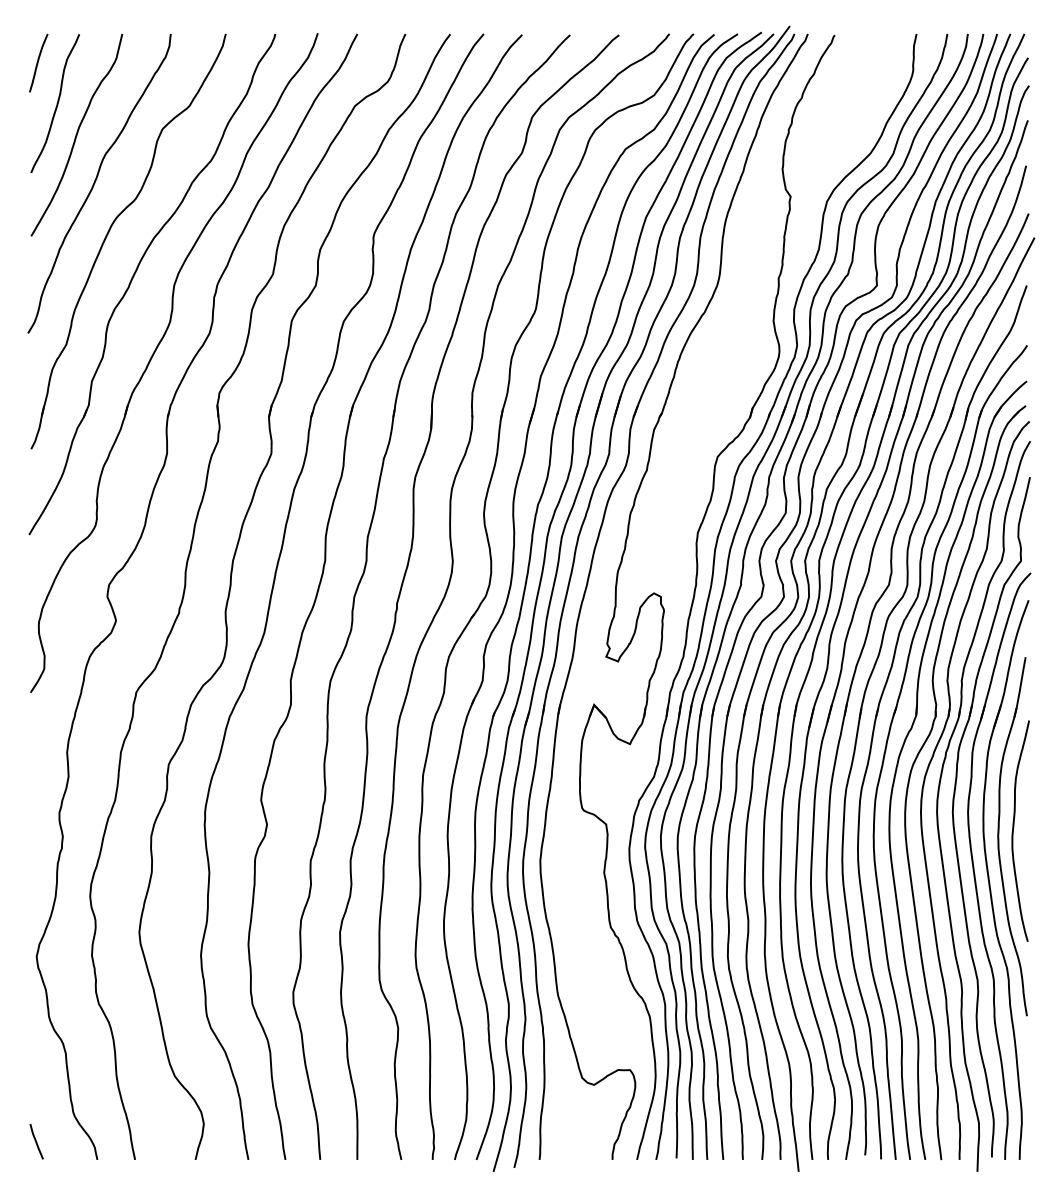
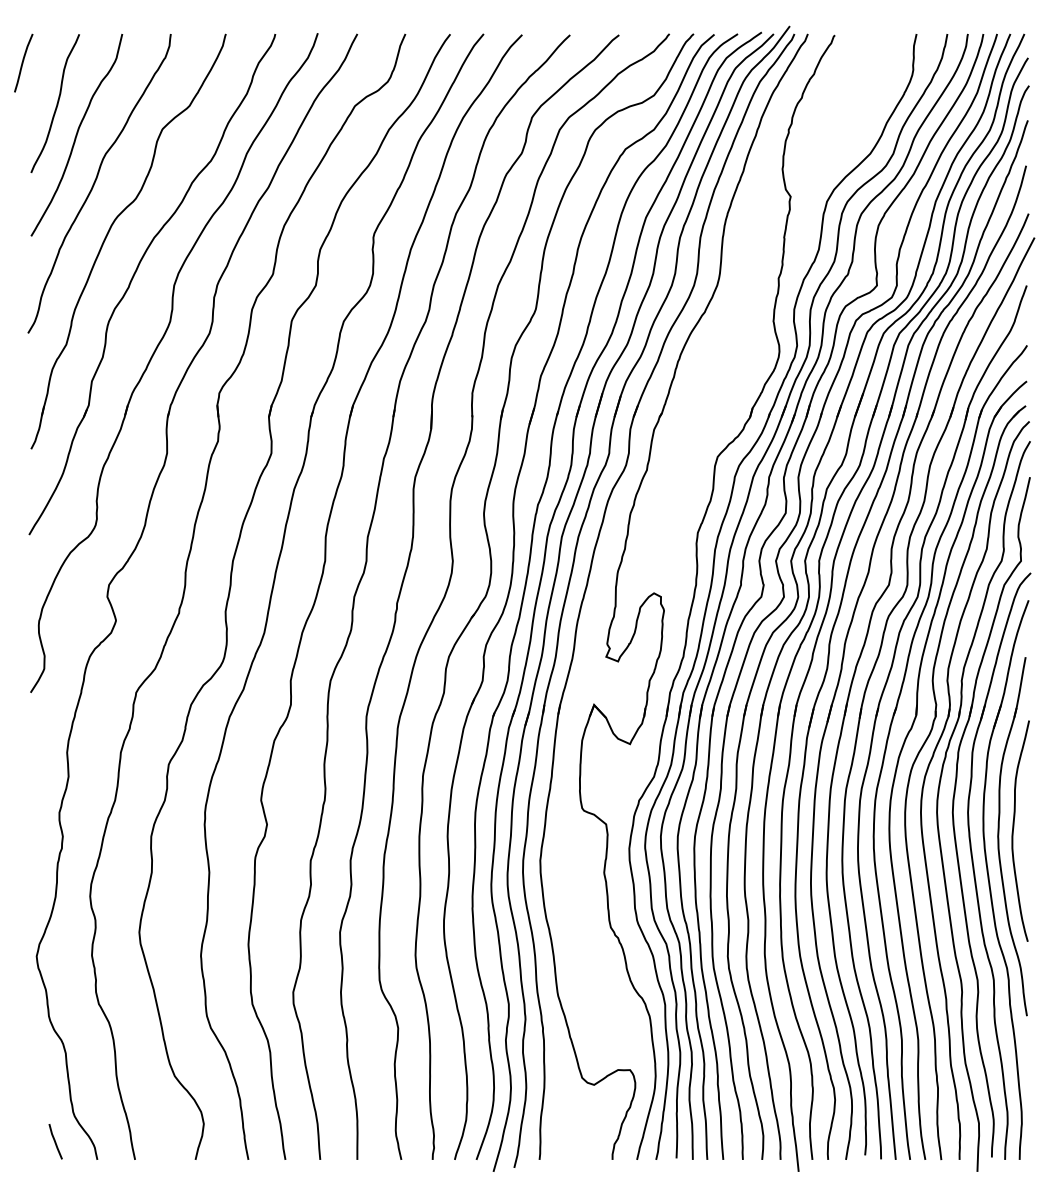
curve at (38, 62) position: (38, 62) -> (23, 62)
line at (36, 1141) position: (36, 1141) -> (55, 1141)
